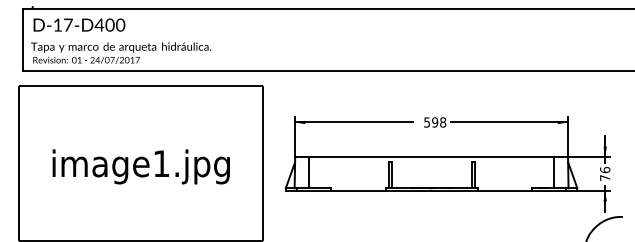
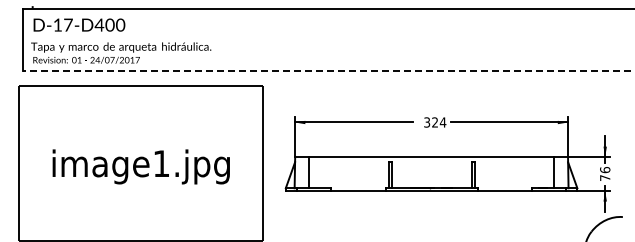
line at (328, 71): solid -> dashed
text at (435, 122): 598 -> 324
